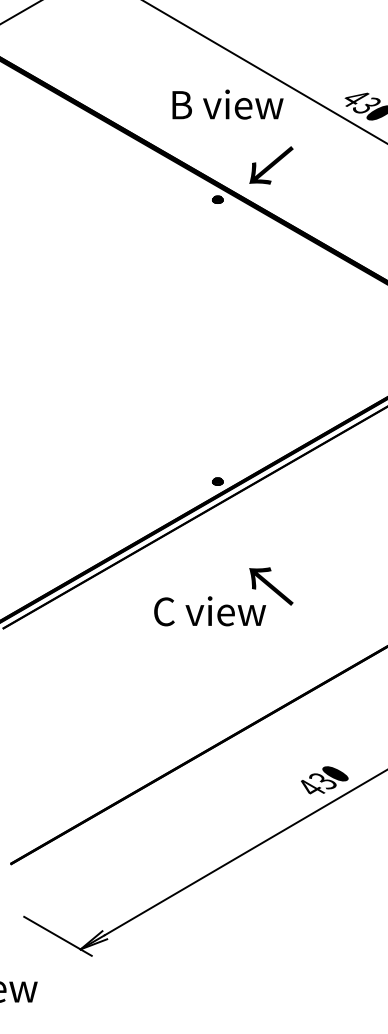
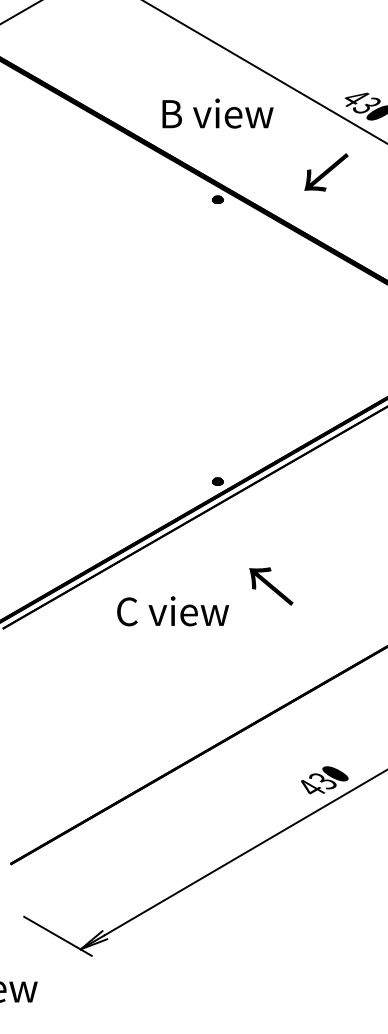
text at (227, 104) position: (227, 104) -> (217, 113)
text at (271, 165) position: (271, 165) -> (326, 172)
text at (210, 611) position: (210, 611) -> (173, 611)
